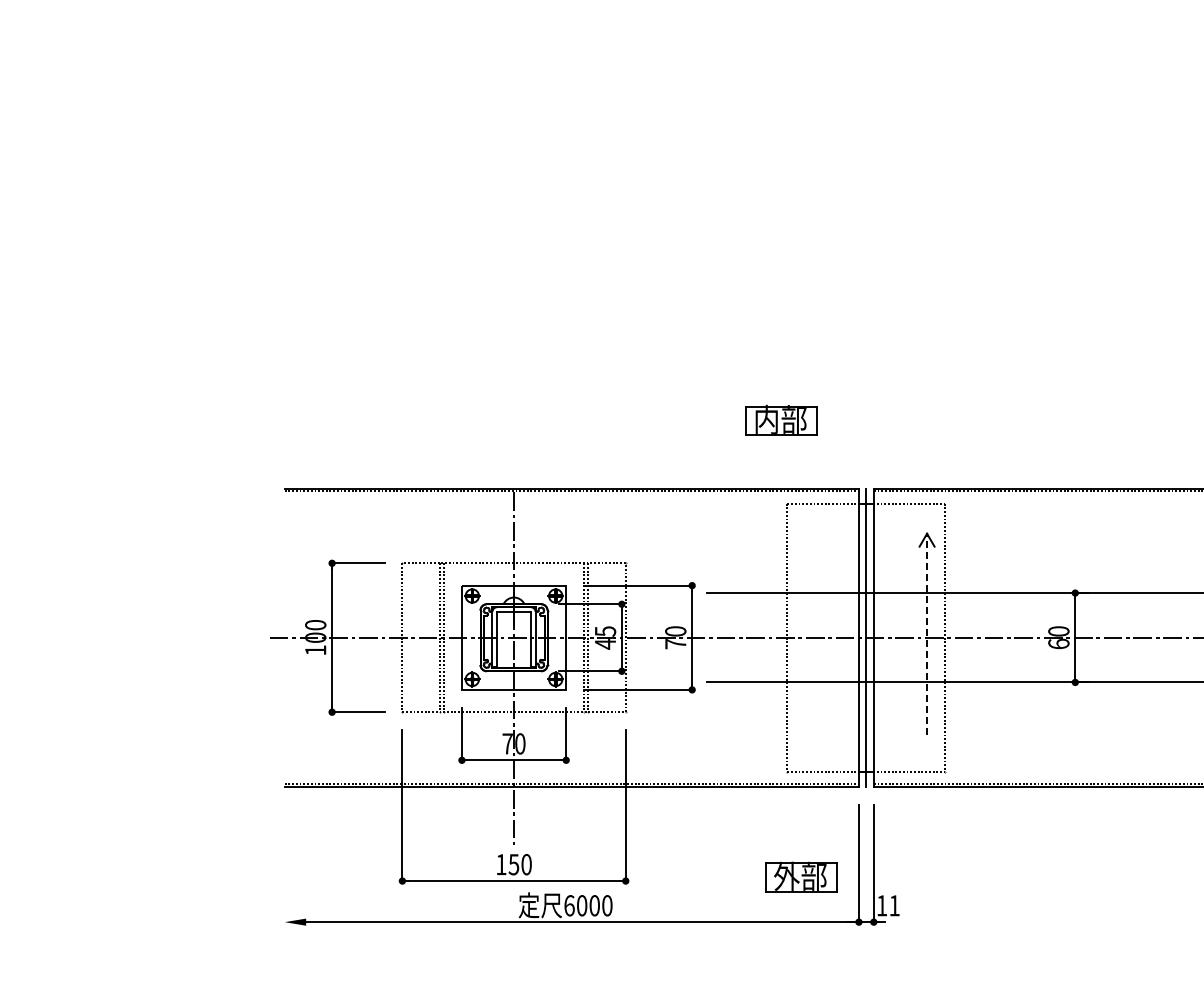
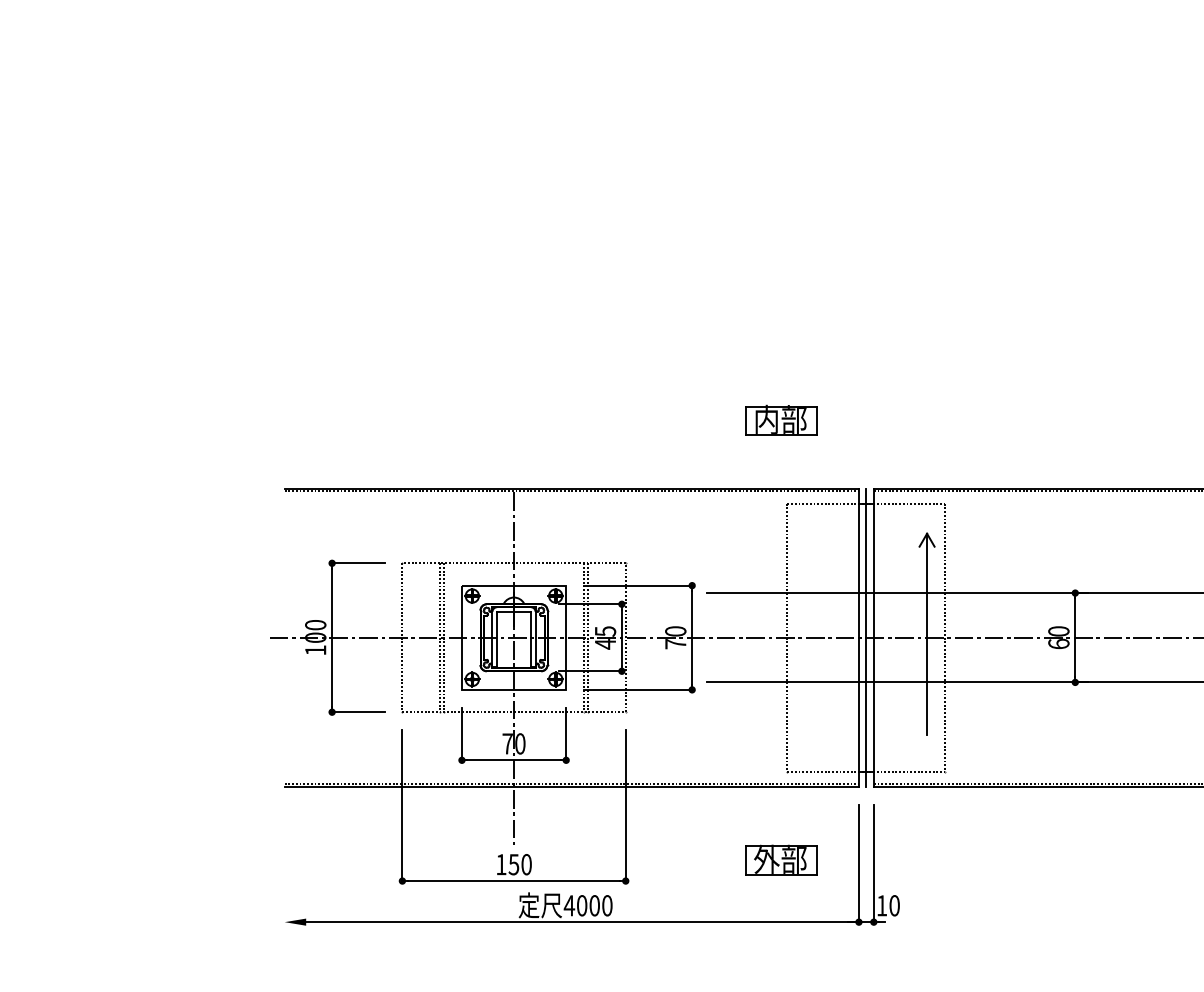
line at (927, 634): dashed -> solid
part at (801, 876) position: (801, 876) -> (781, 859)
text at (569, 905): 6000 -> 4000
text at (894, 905): 11 -> 10
